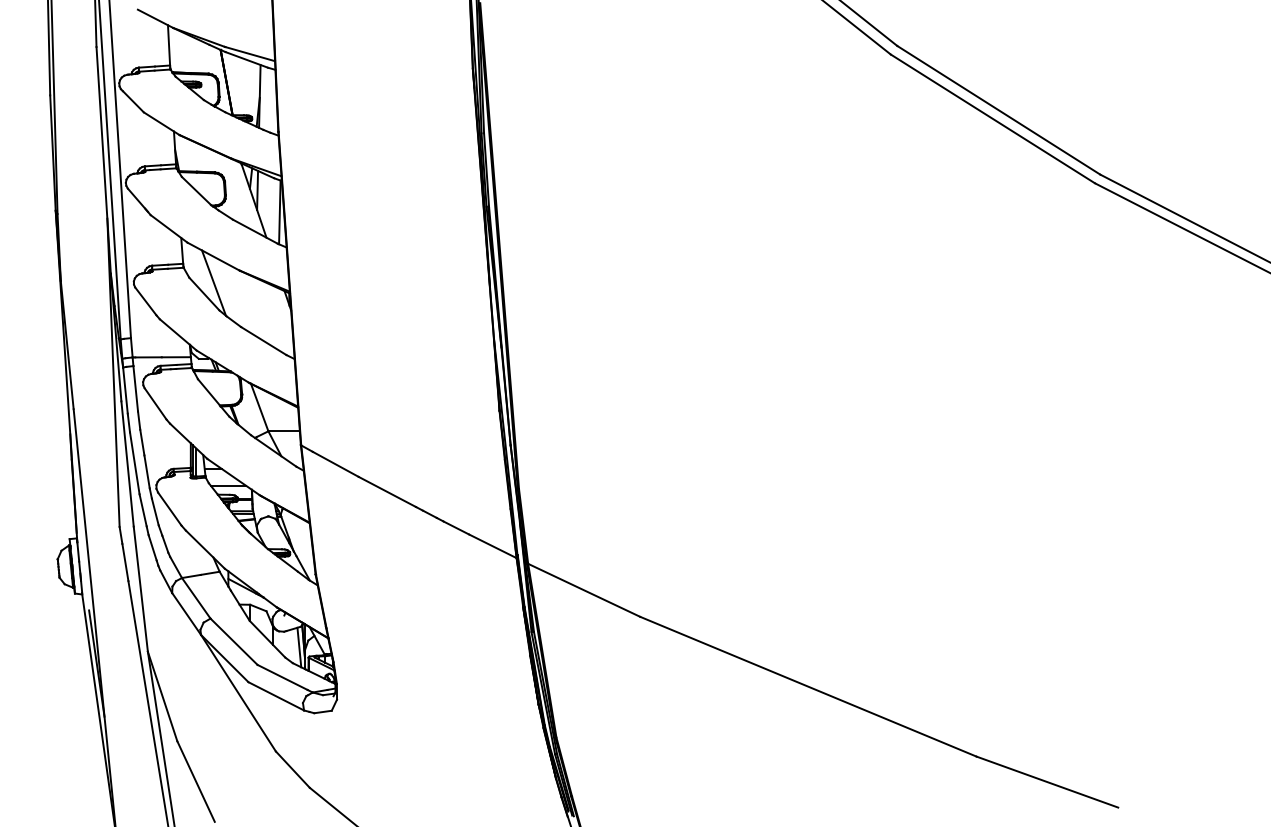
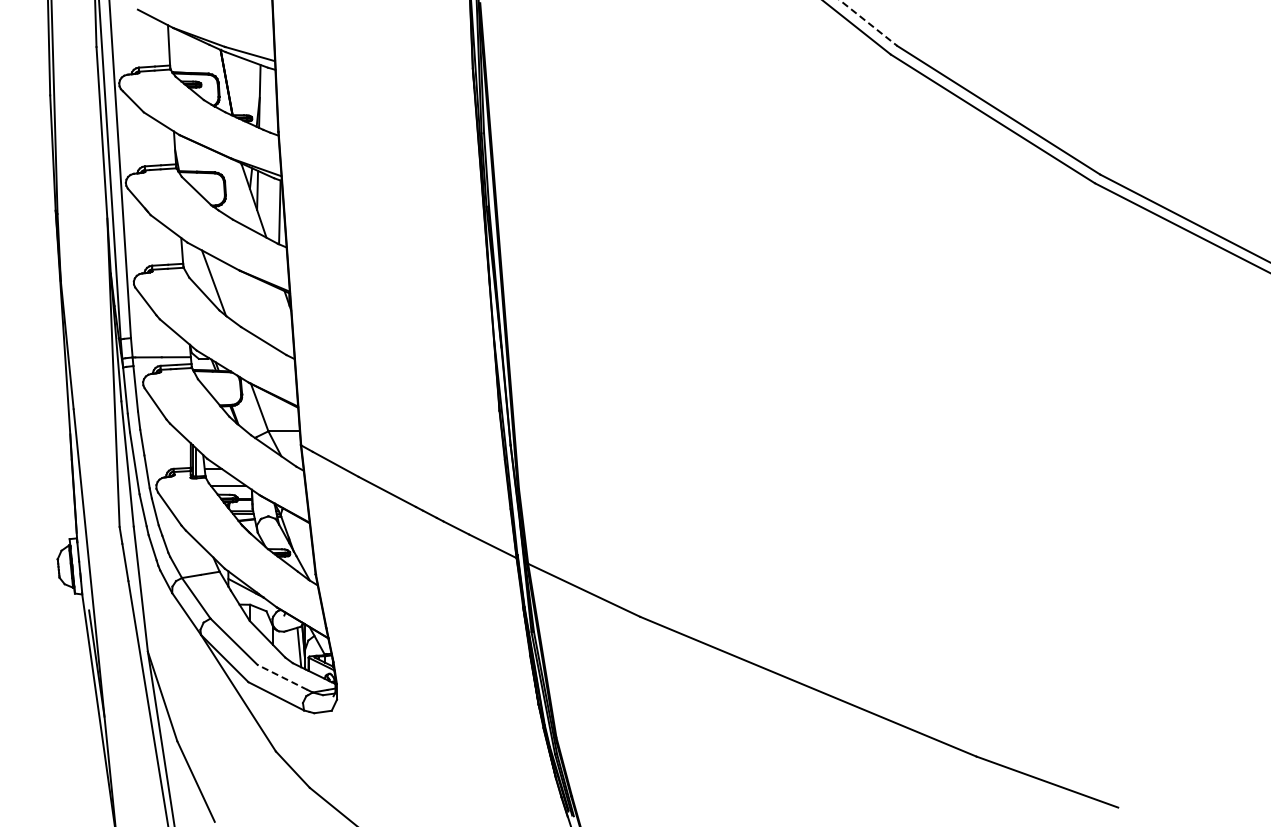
line at (868, 23): solid -> dashed
line at (282, 677): solid -> dashed
